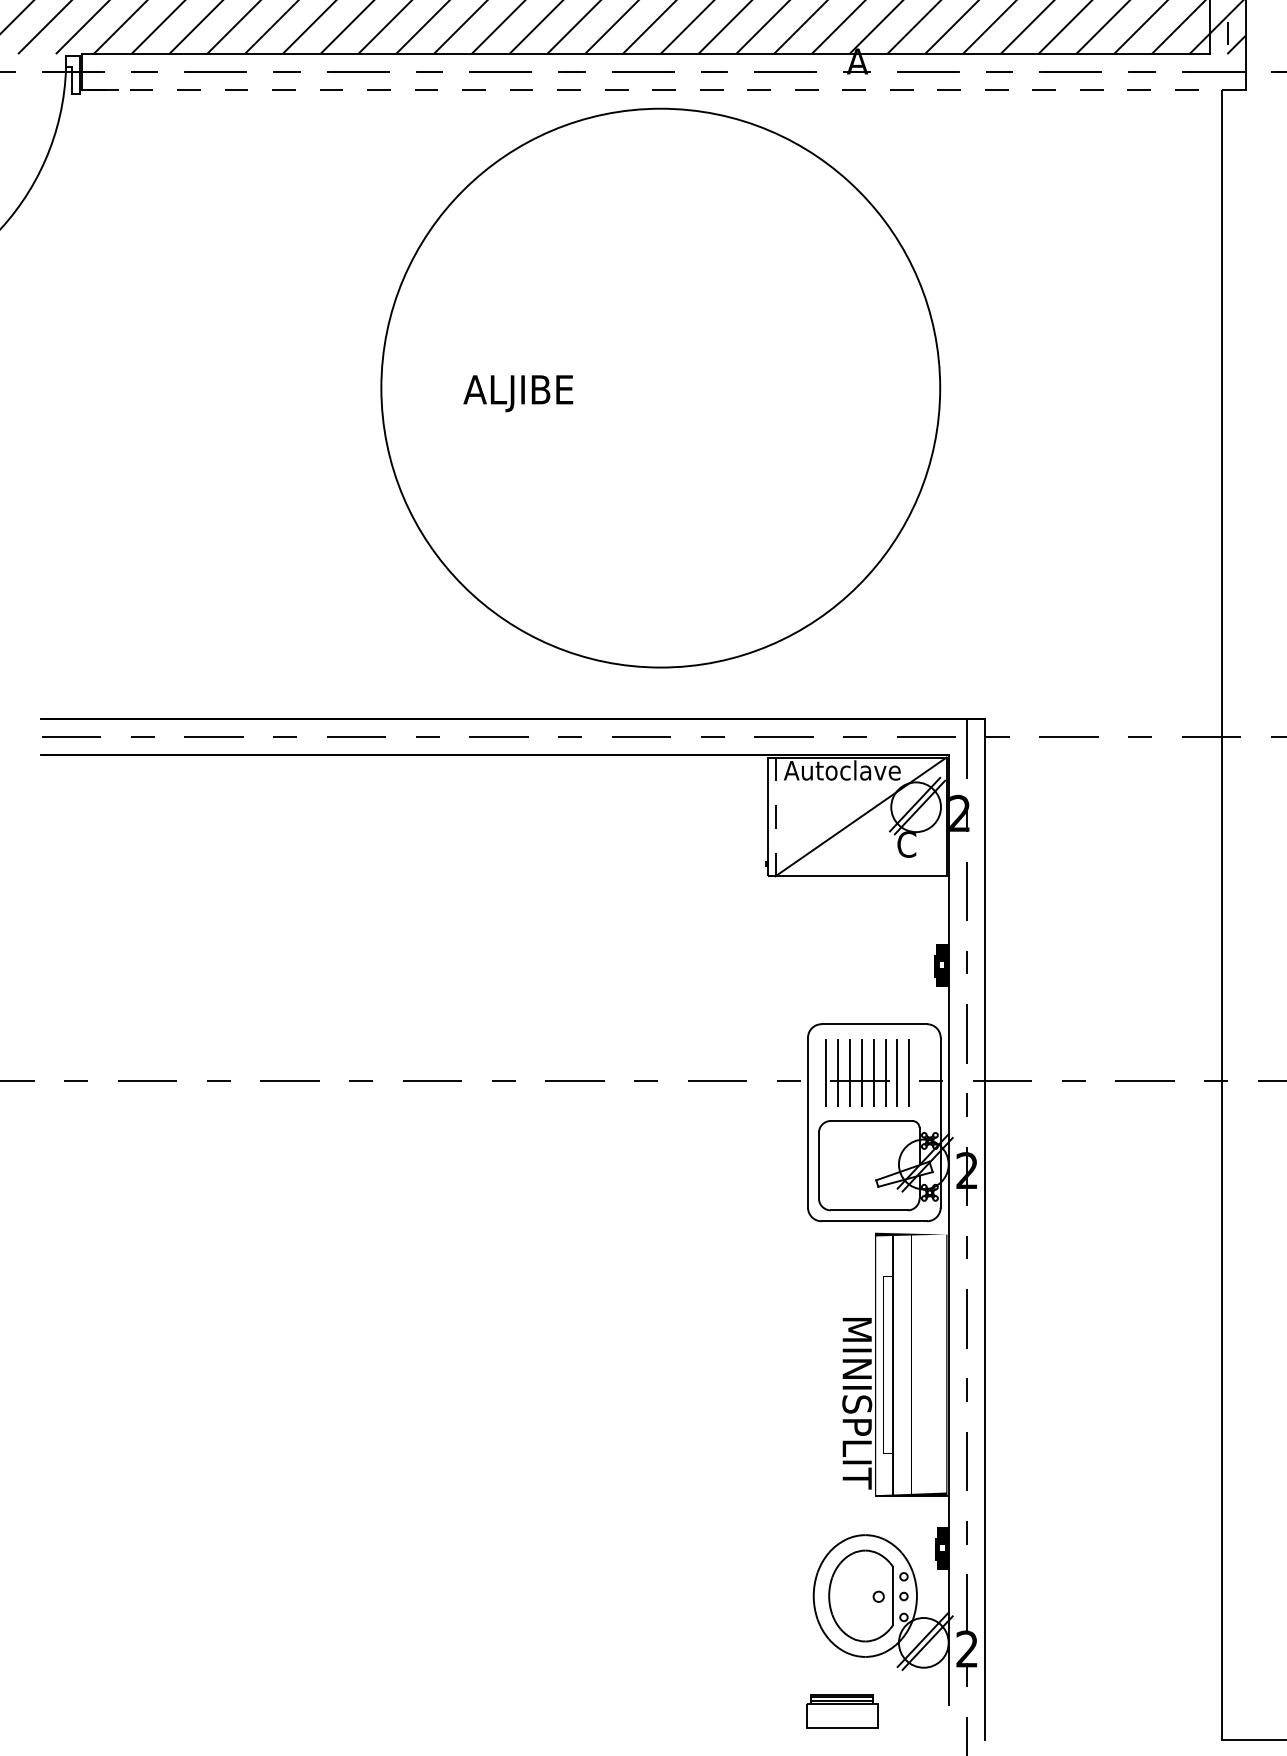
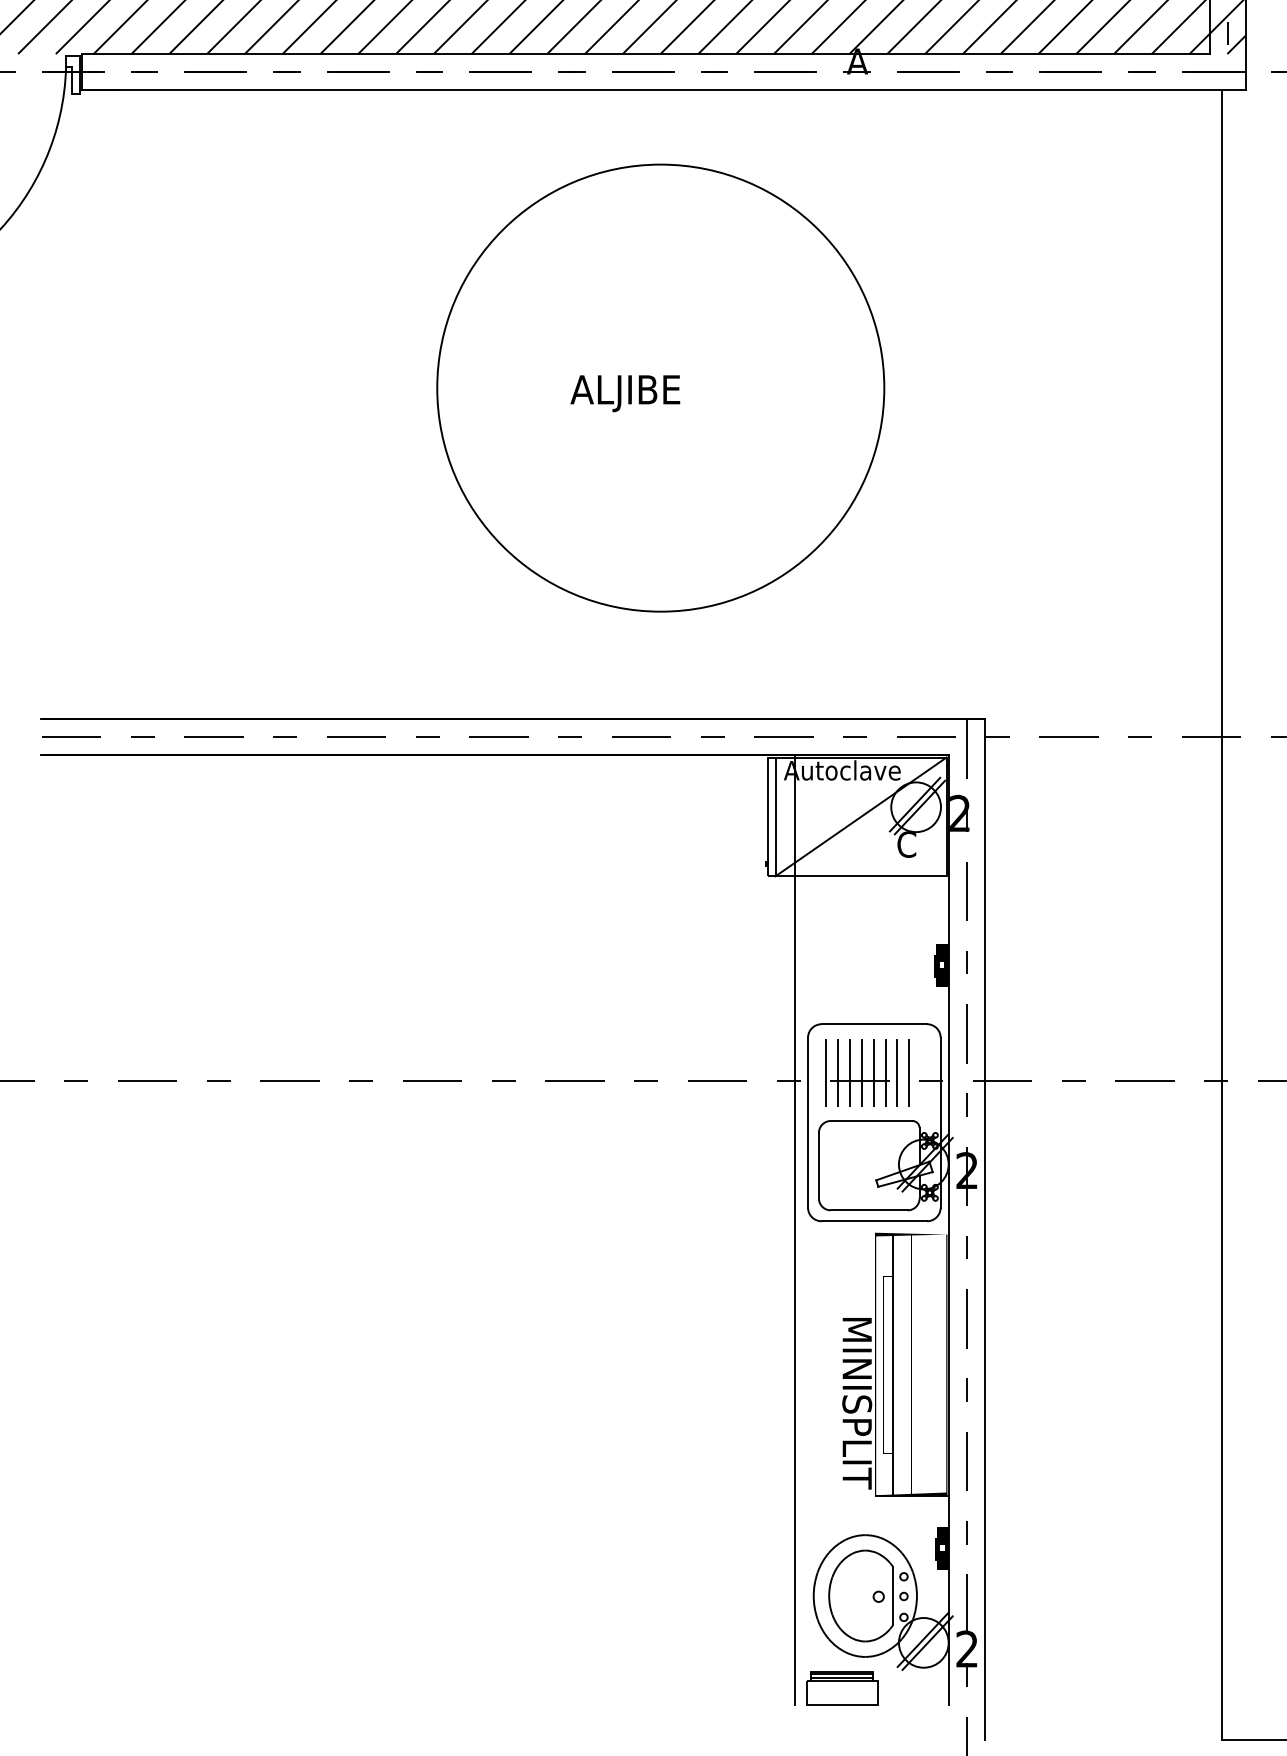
line at (664, 89): dashed -> solid
circle at (660, 387) diameter: 559 px -> 447 px
text at (518, 393) position: (518, 393) -> (625, 393)
line at (775, 817): dashed -> solid
line at (794, 1229): none -> present
part at (842, 1711) position: (842, 1711) -> (842, 1688)
